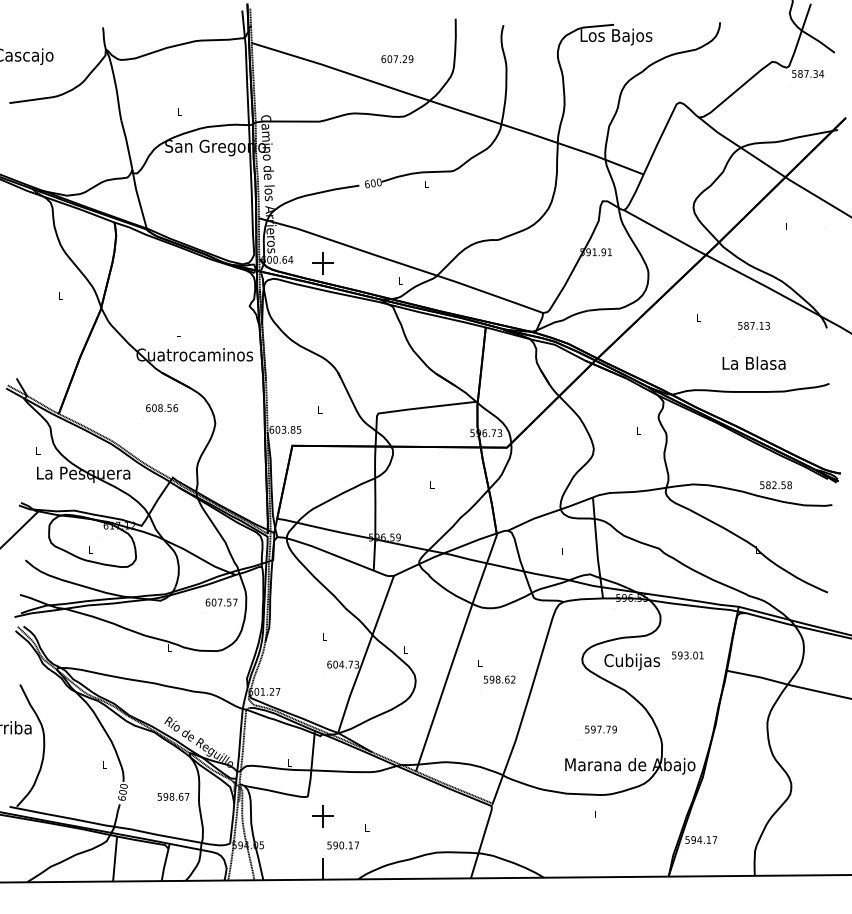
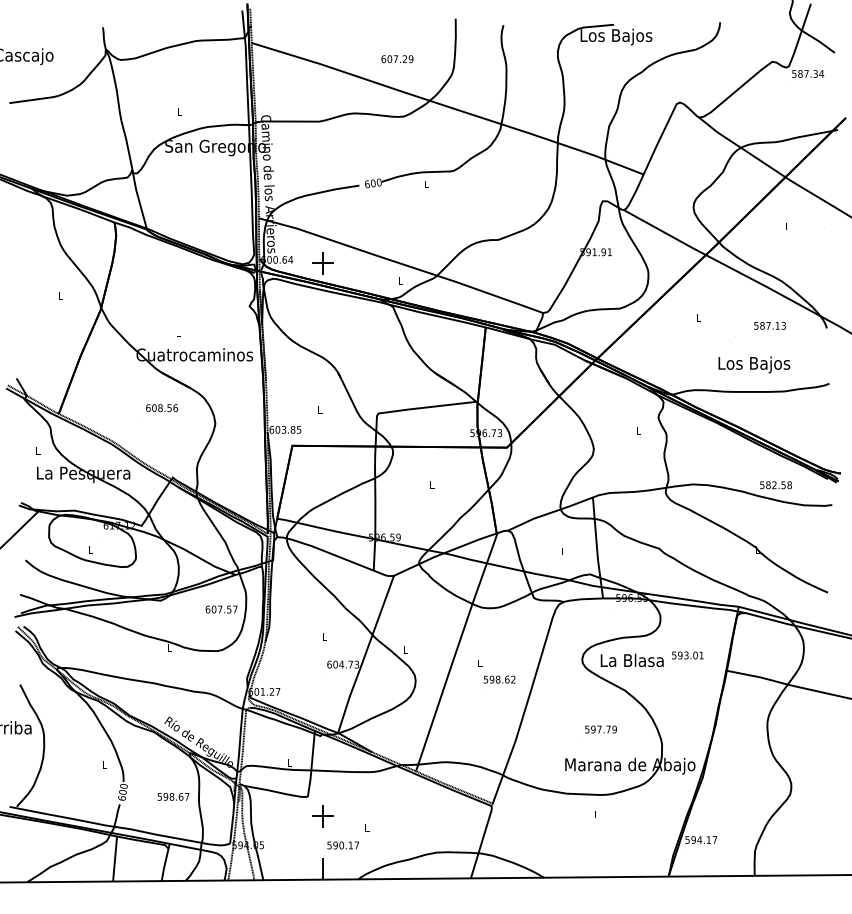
text at (753, 325) position: (753, 325) -> (769, 325)
text at (754, 364): La Blasa -> Los Bajos
text at (221, 602) position: (221, 602) -> (221, 609)
text at (631, 661): Cubijas -> La Blasa
